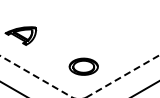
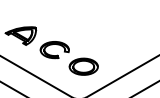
part at (54, 50): none -> present
line at (123, 76): dashed -> solid
line at (36, 77): dashed -> solid
